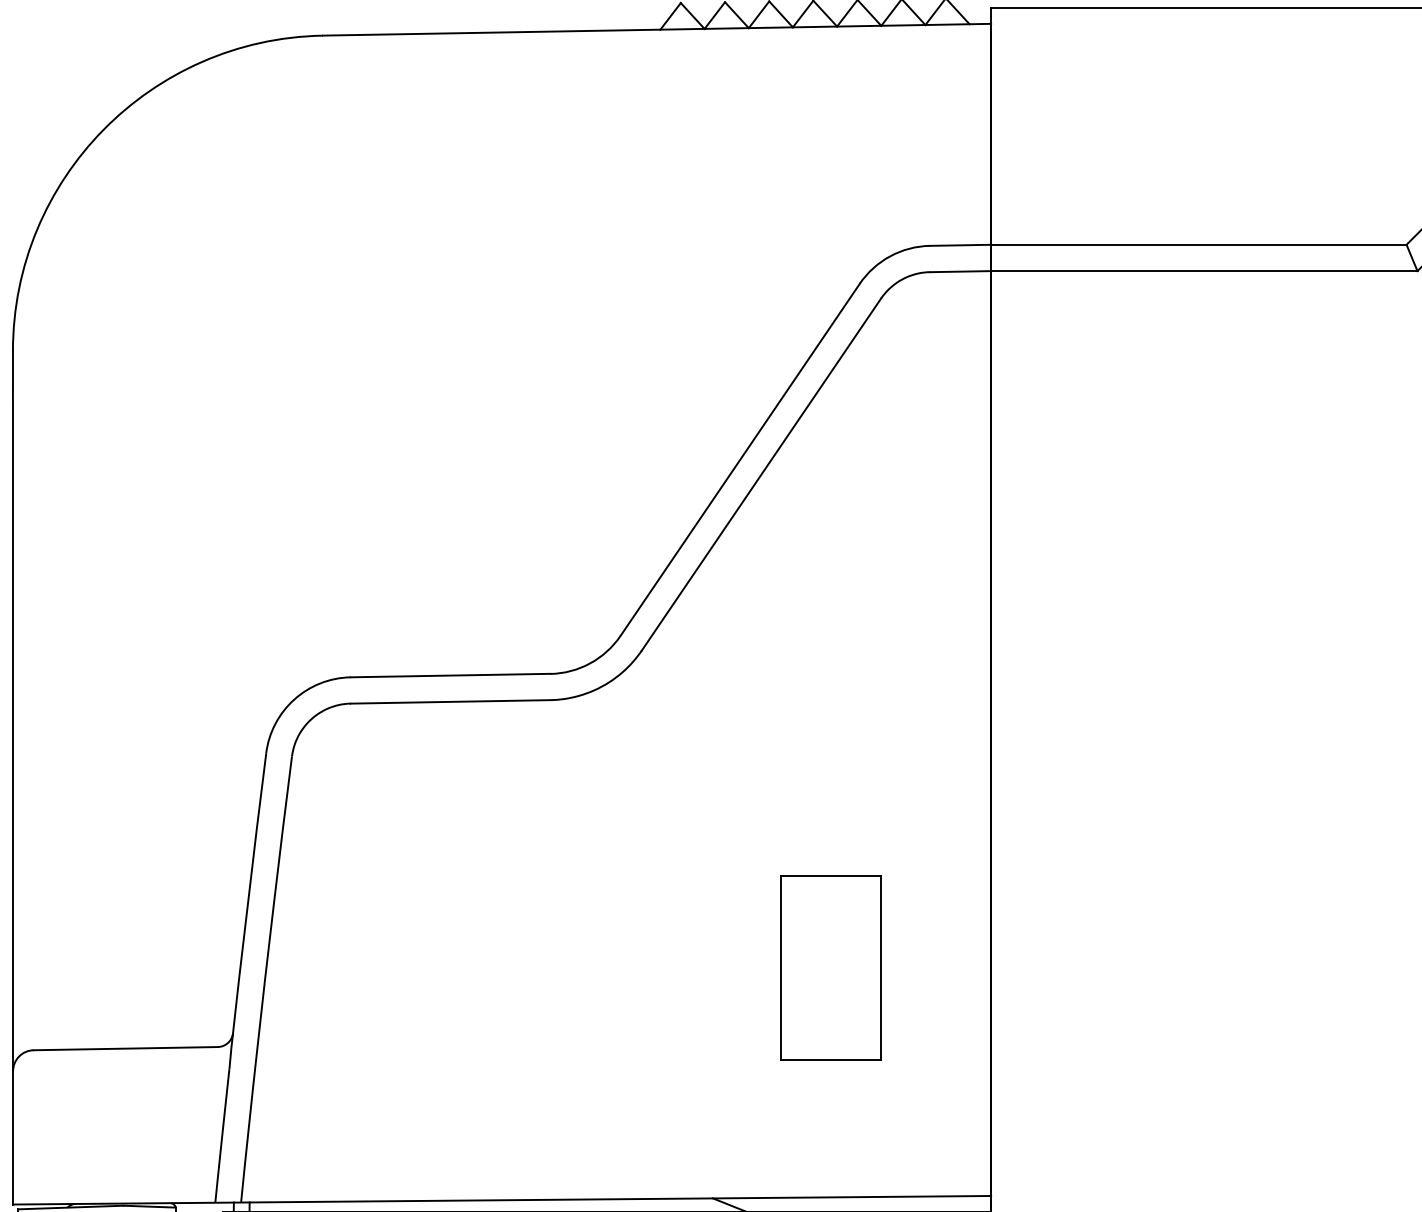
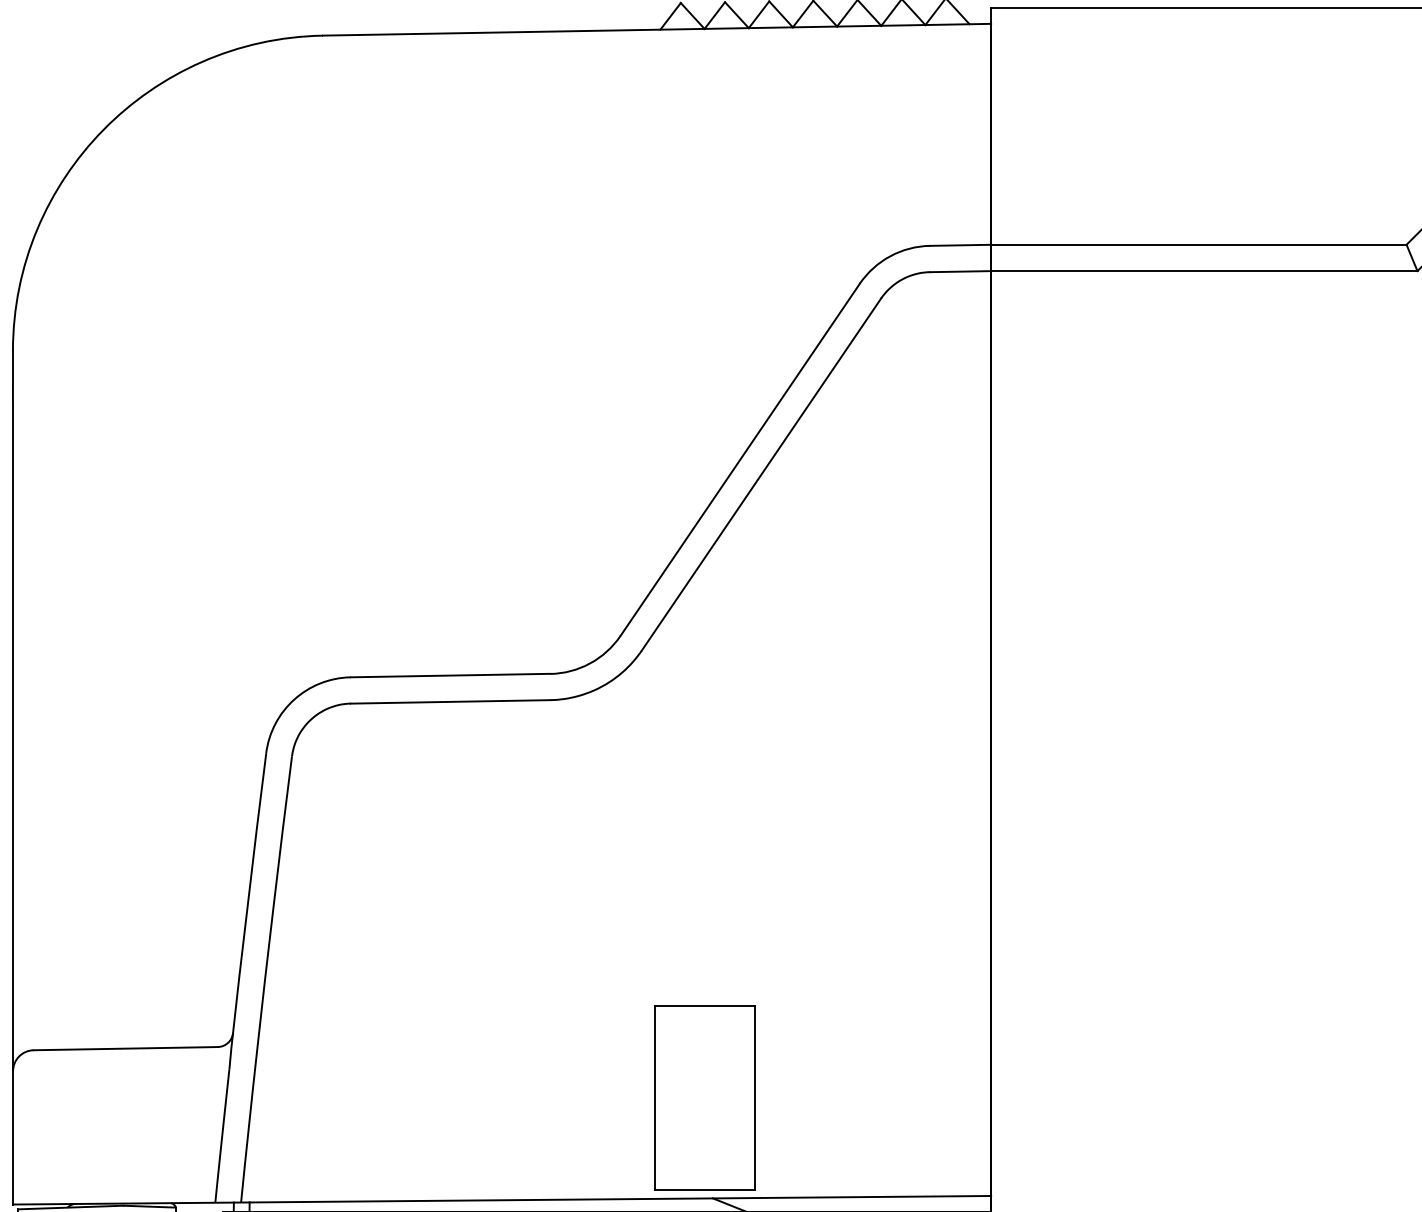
part at (830, 967) position: (830, 967) -> (704, 1097)
